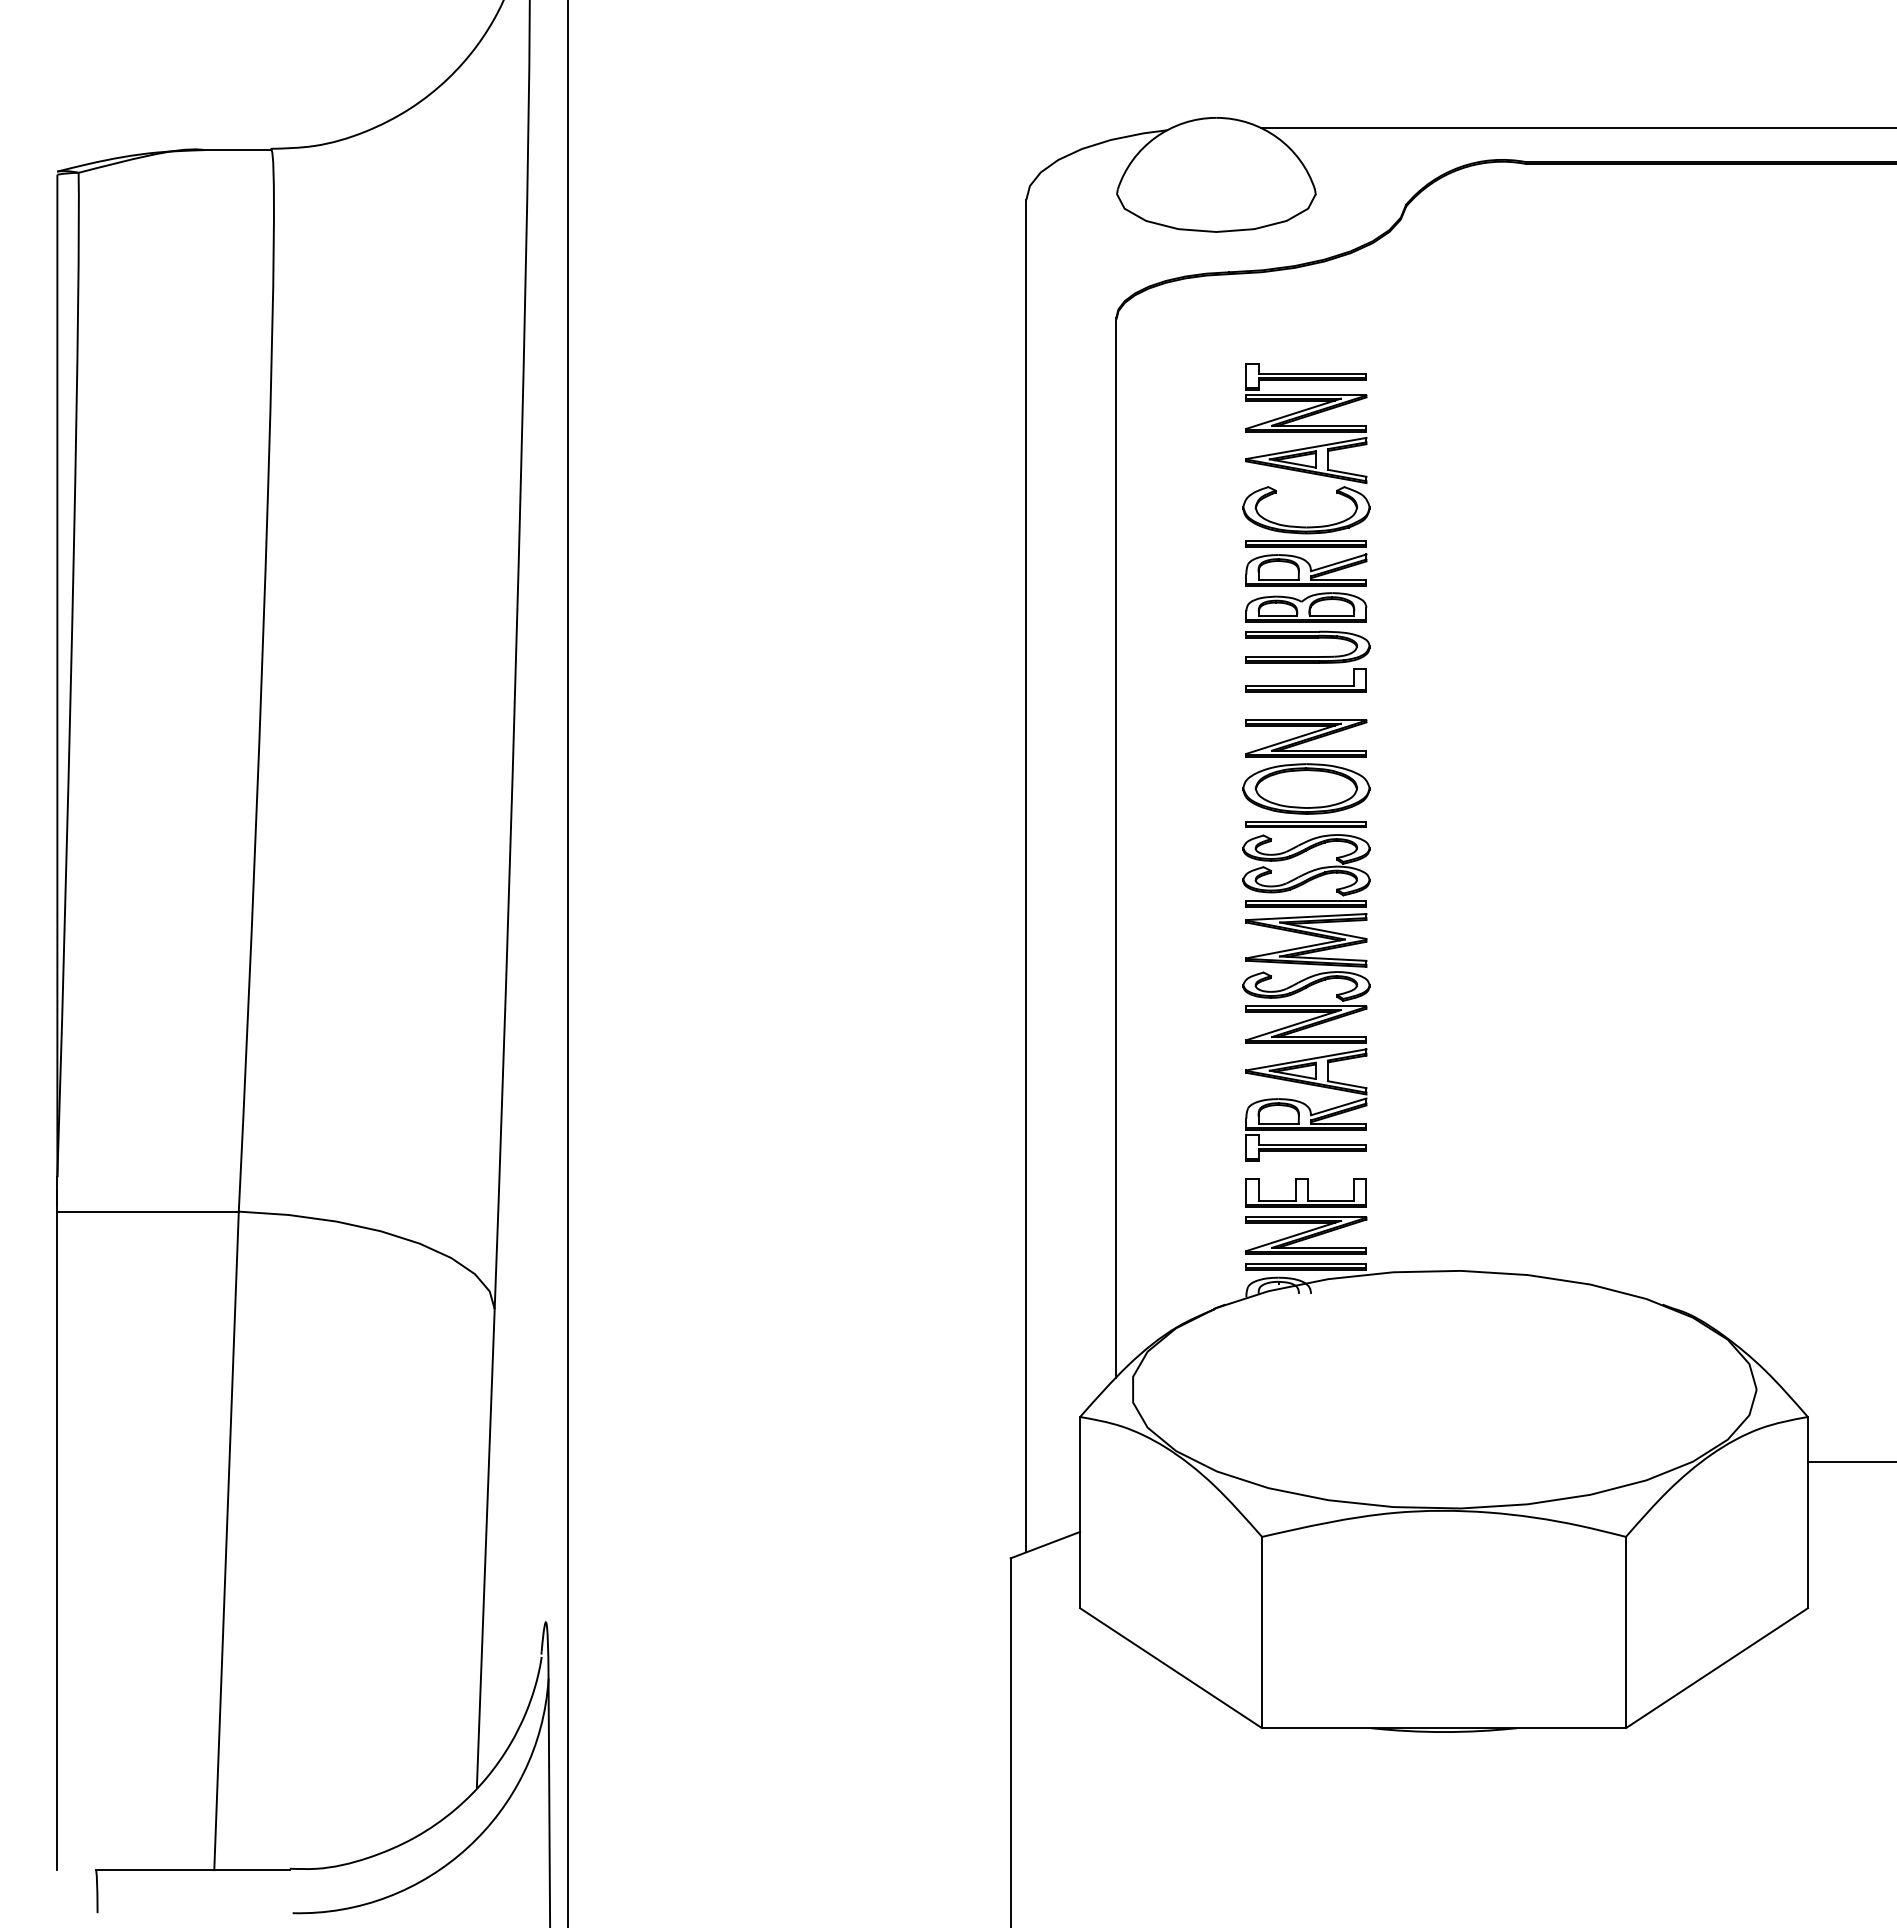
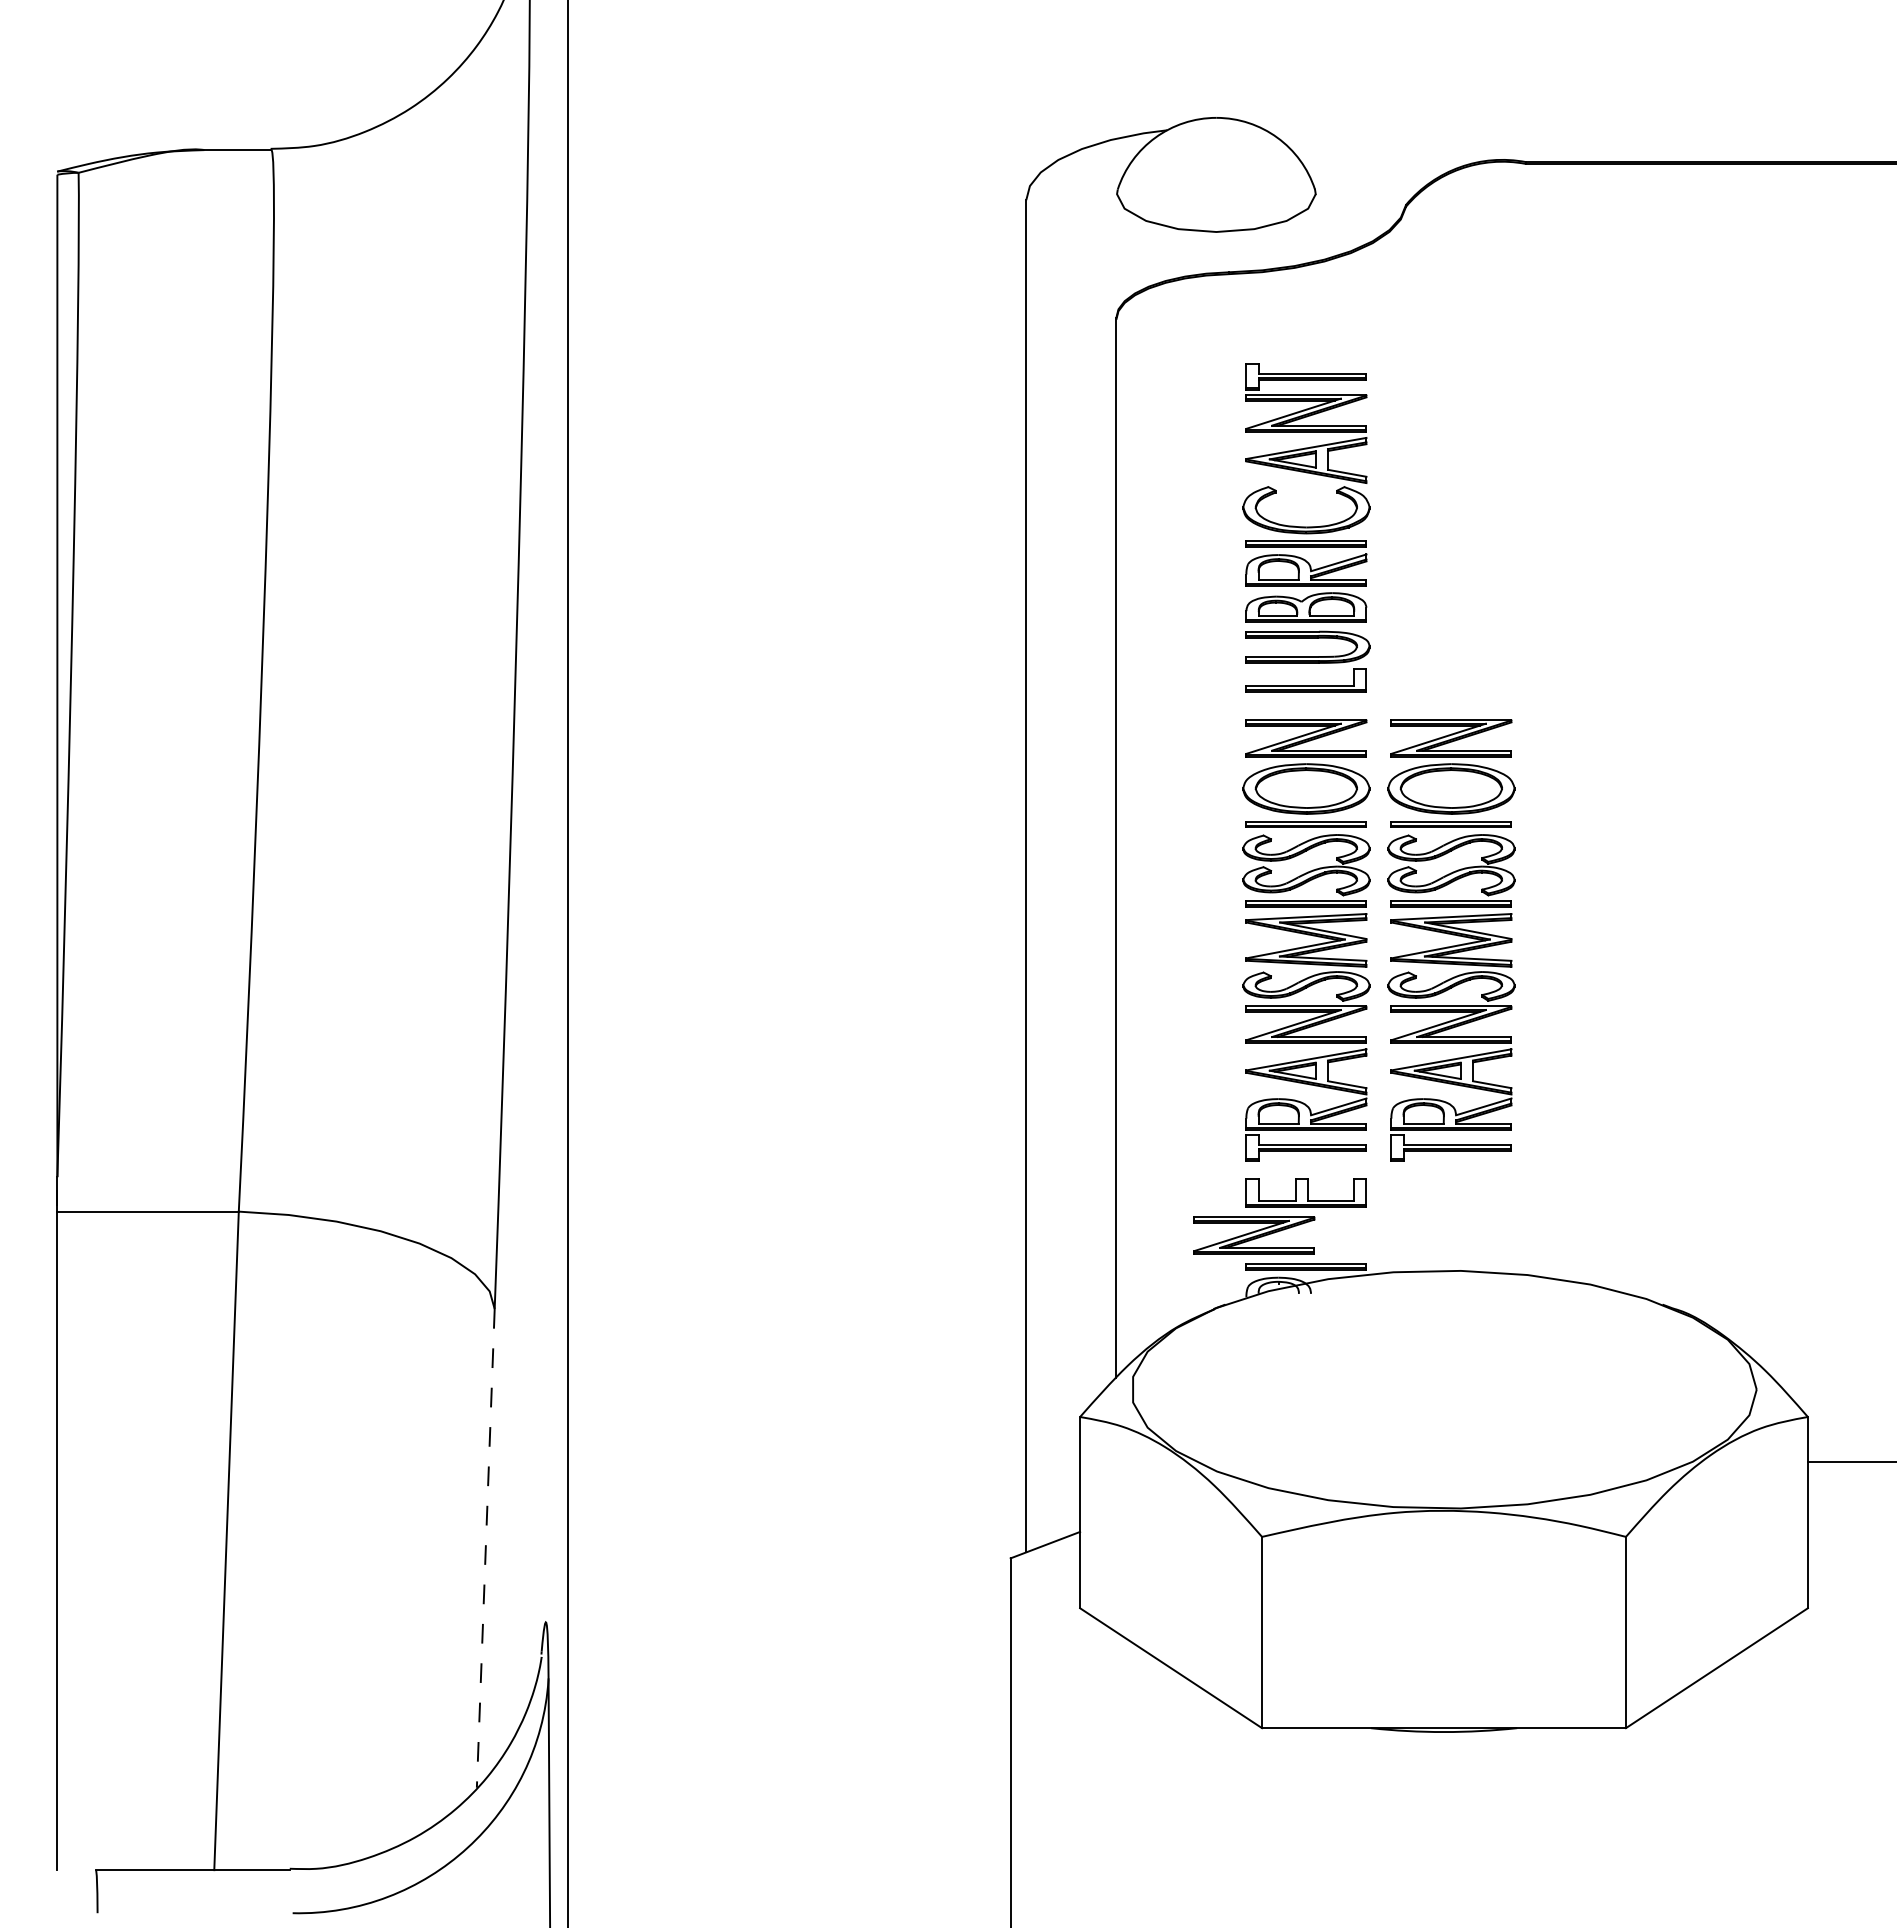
line at (1576, 127): present -> none
part at (1451, 940): none -> present
part at (1306, 1235) position: (1306, 1235) -> (1254, 1235)
line at (485, 1548): solid -> dashed
